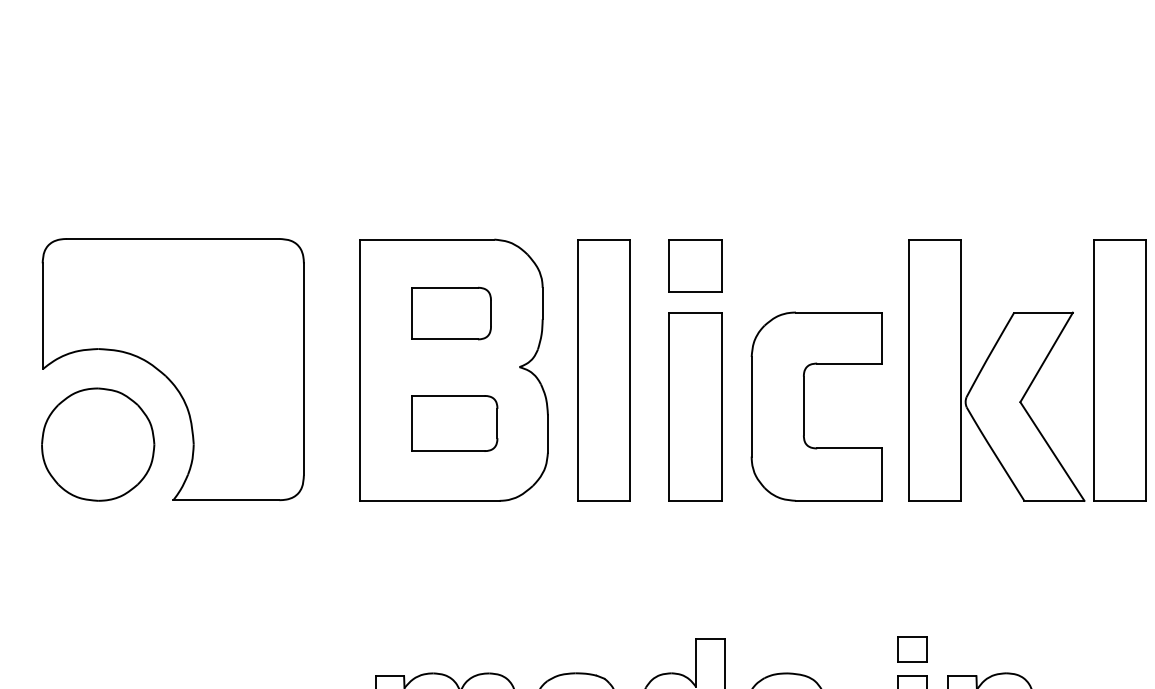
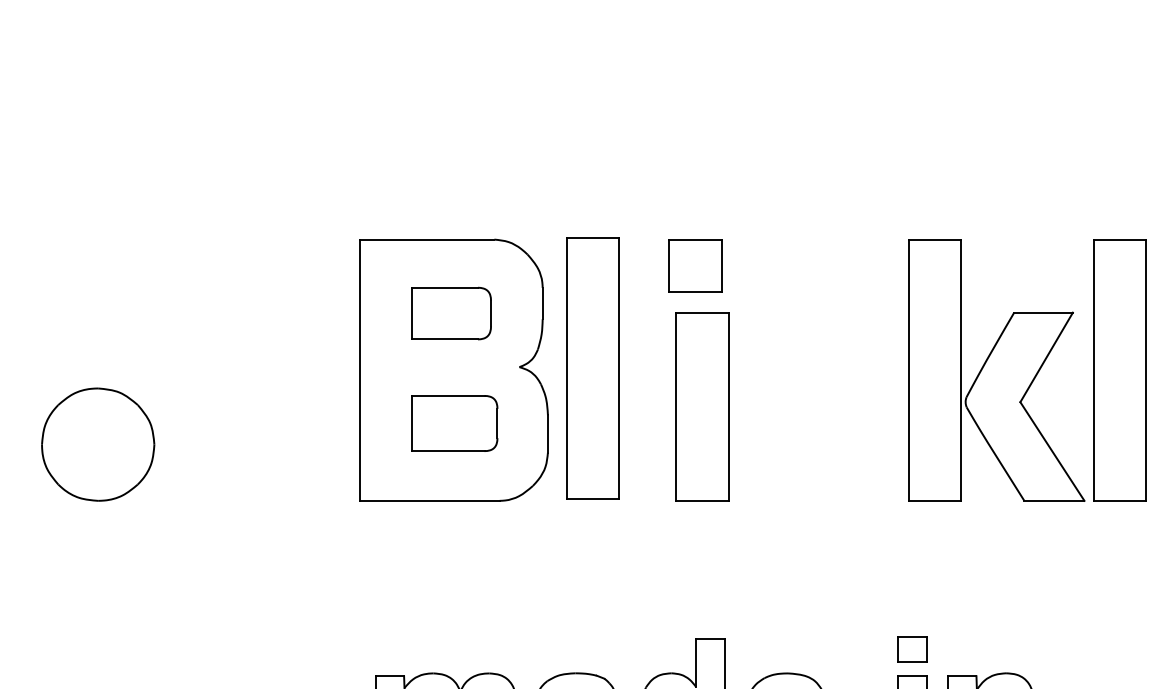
part at (172, 369): present -> none
part at (603, 370) position: (603, 370) -> (592, 368)
part at (695, 406) position: (695, 406) -> (702, 406)
part at (804, 406): present -> none
